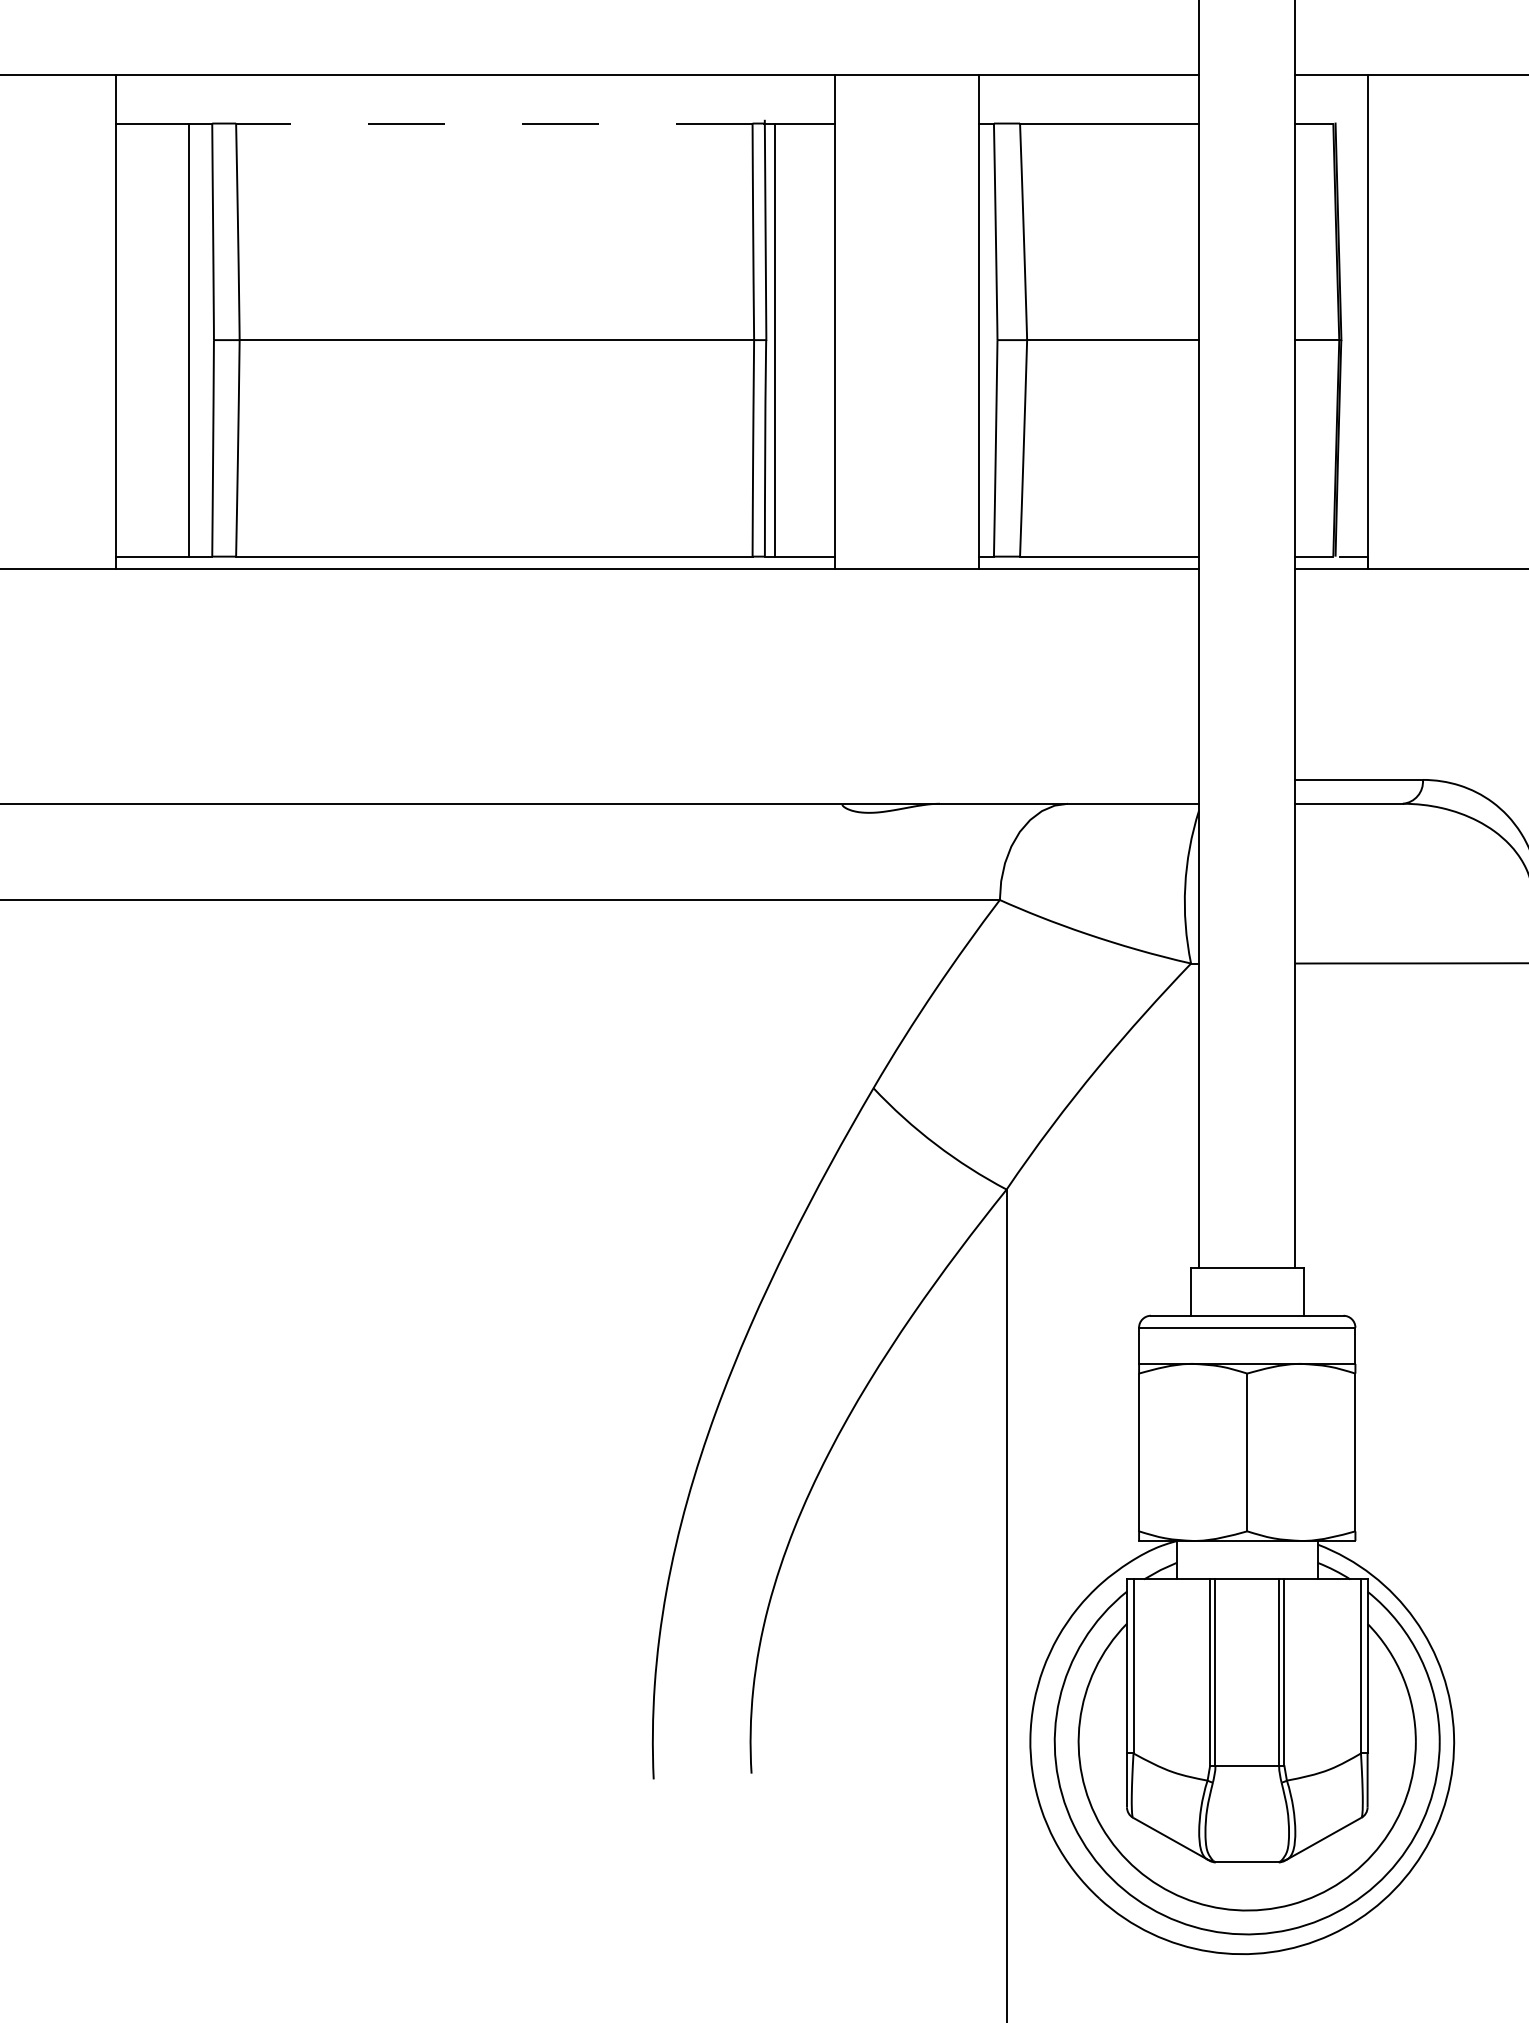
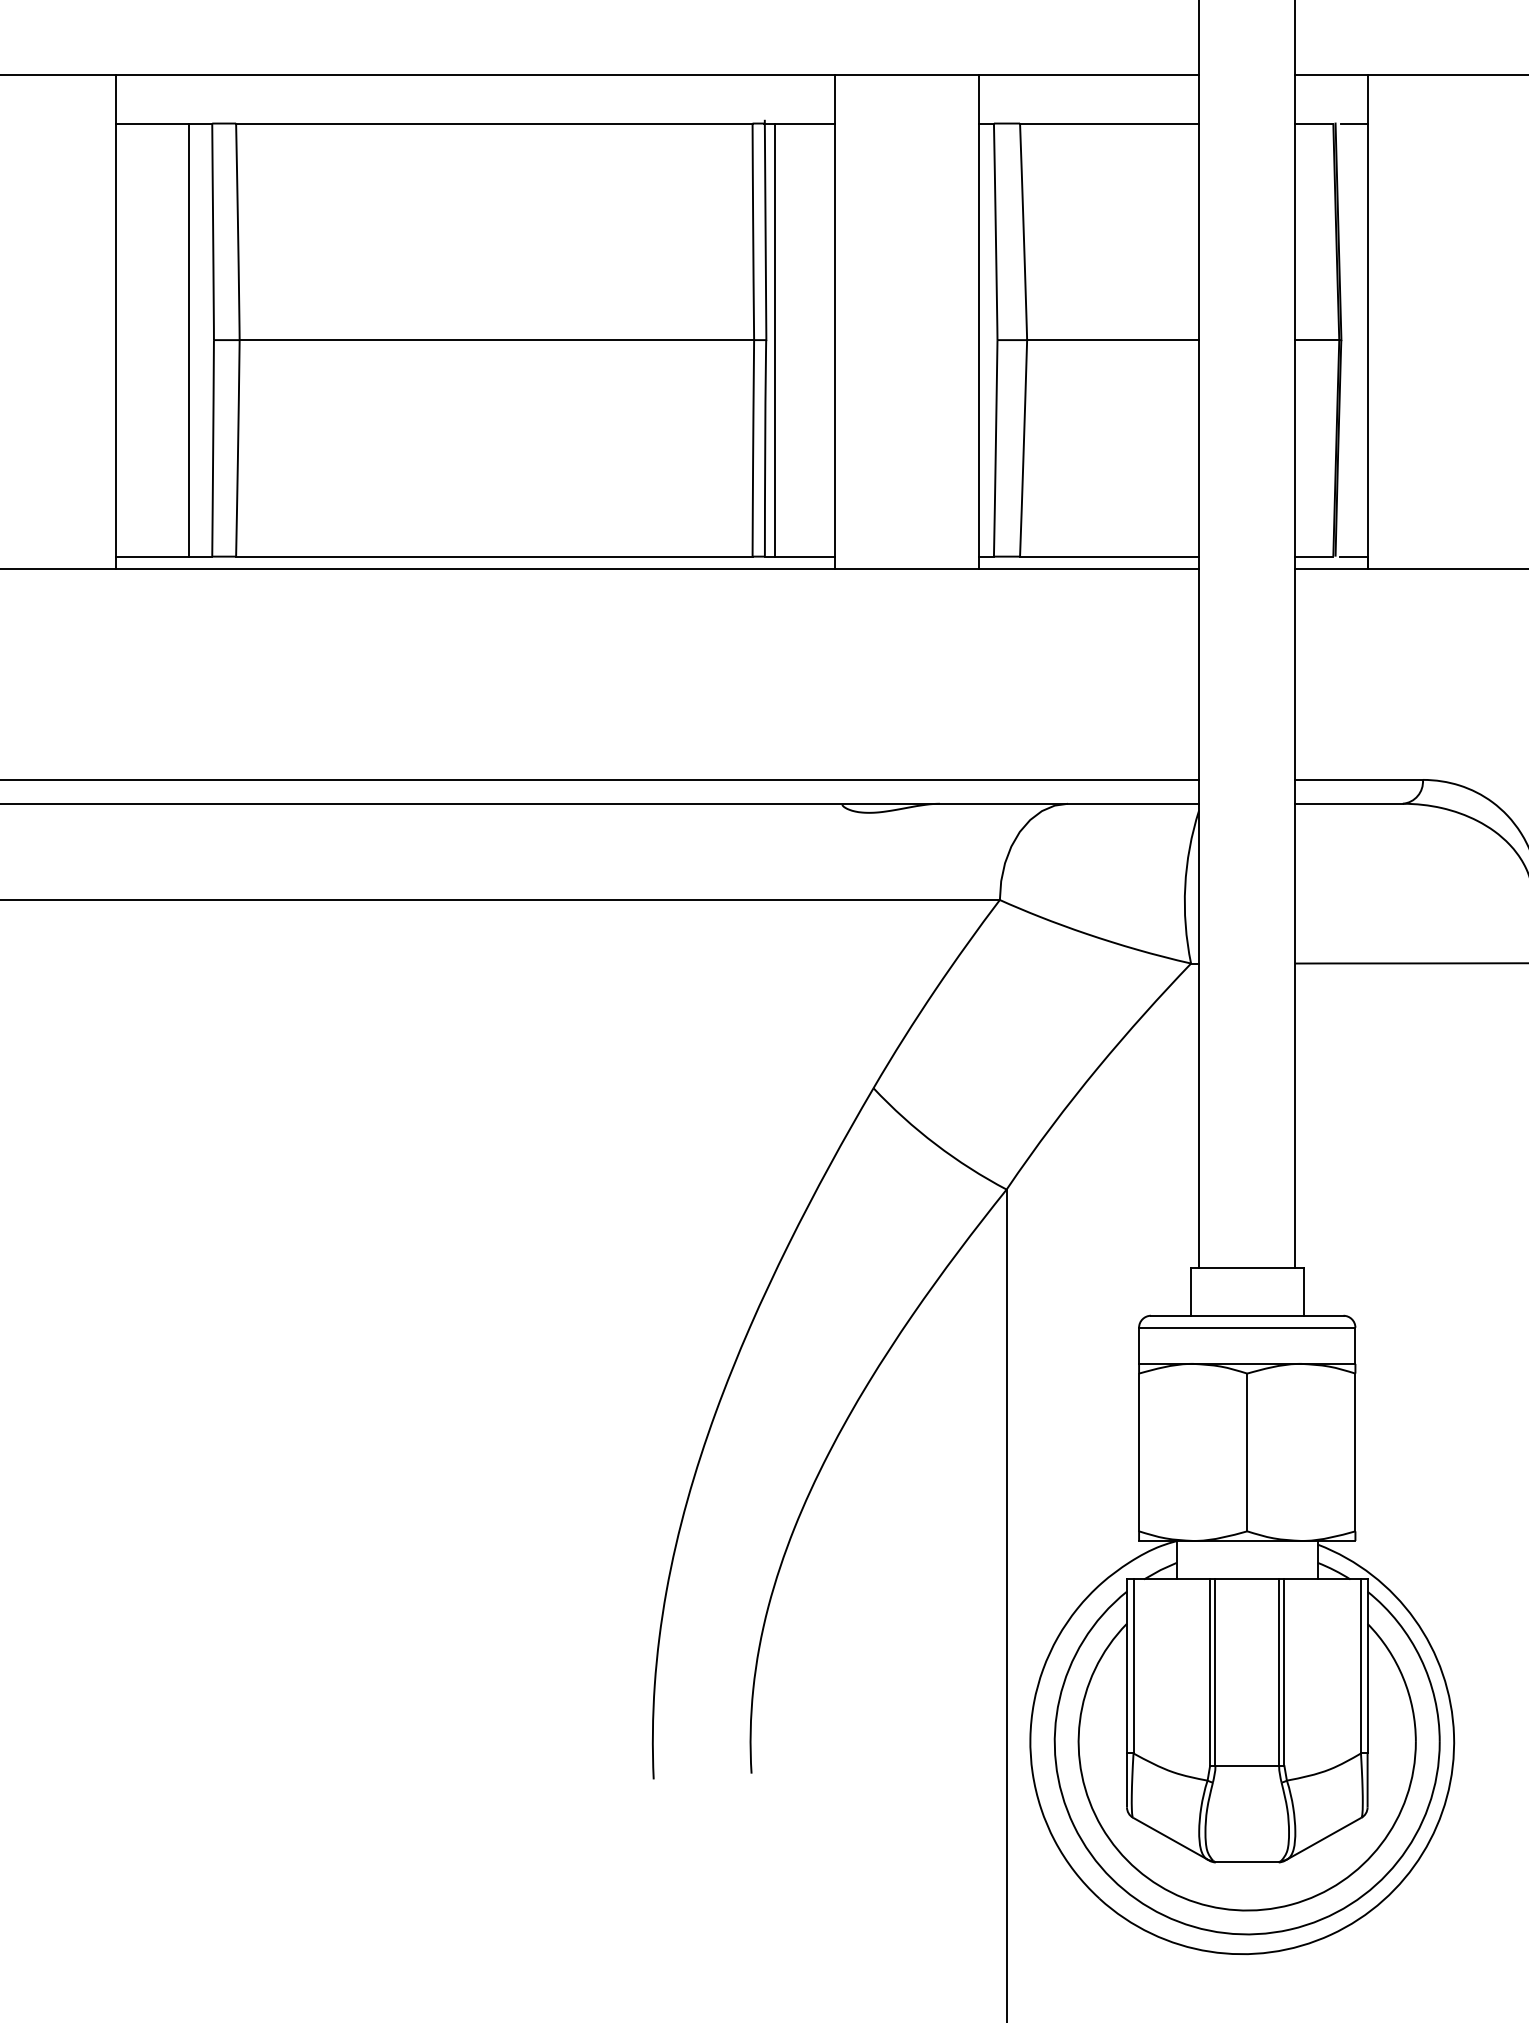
line at (493, 123): dashed -> solid
line at (1354, 123): none -> present
line at (600, 779): none -> present
